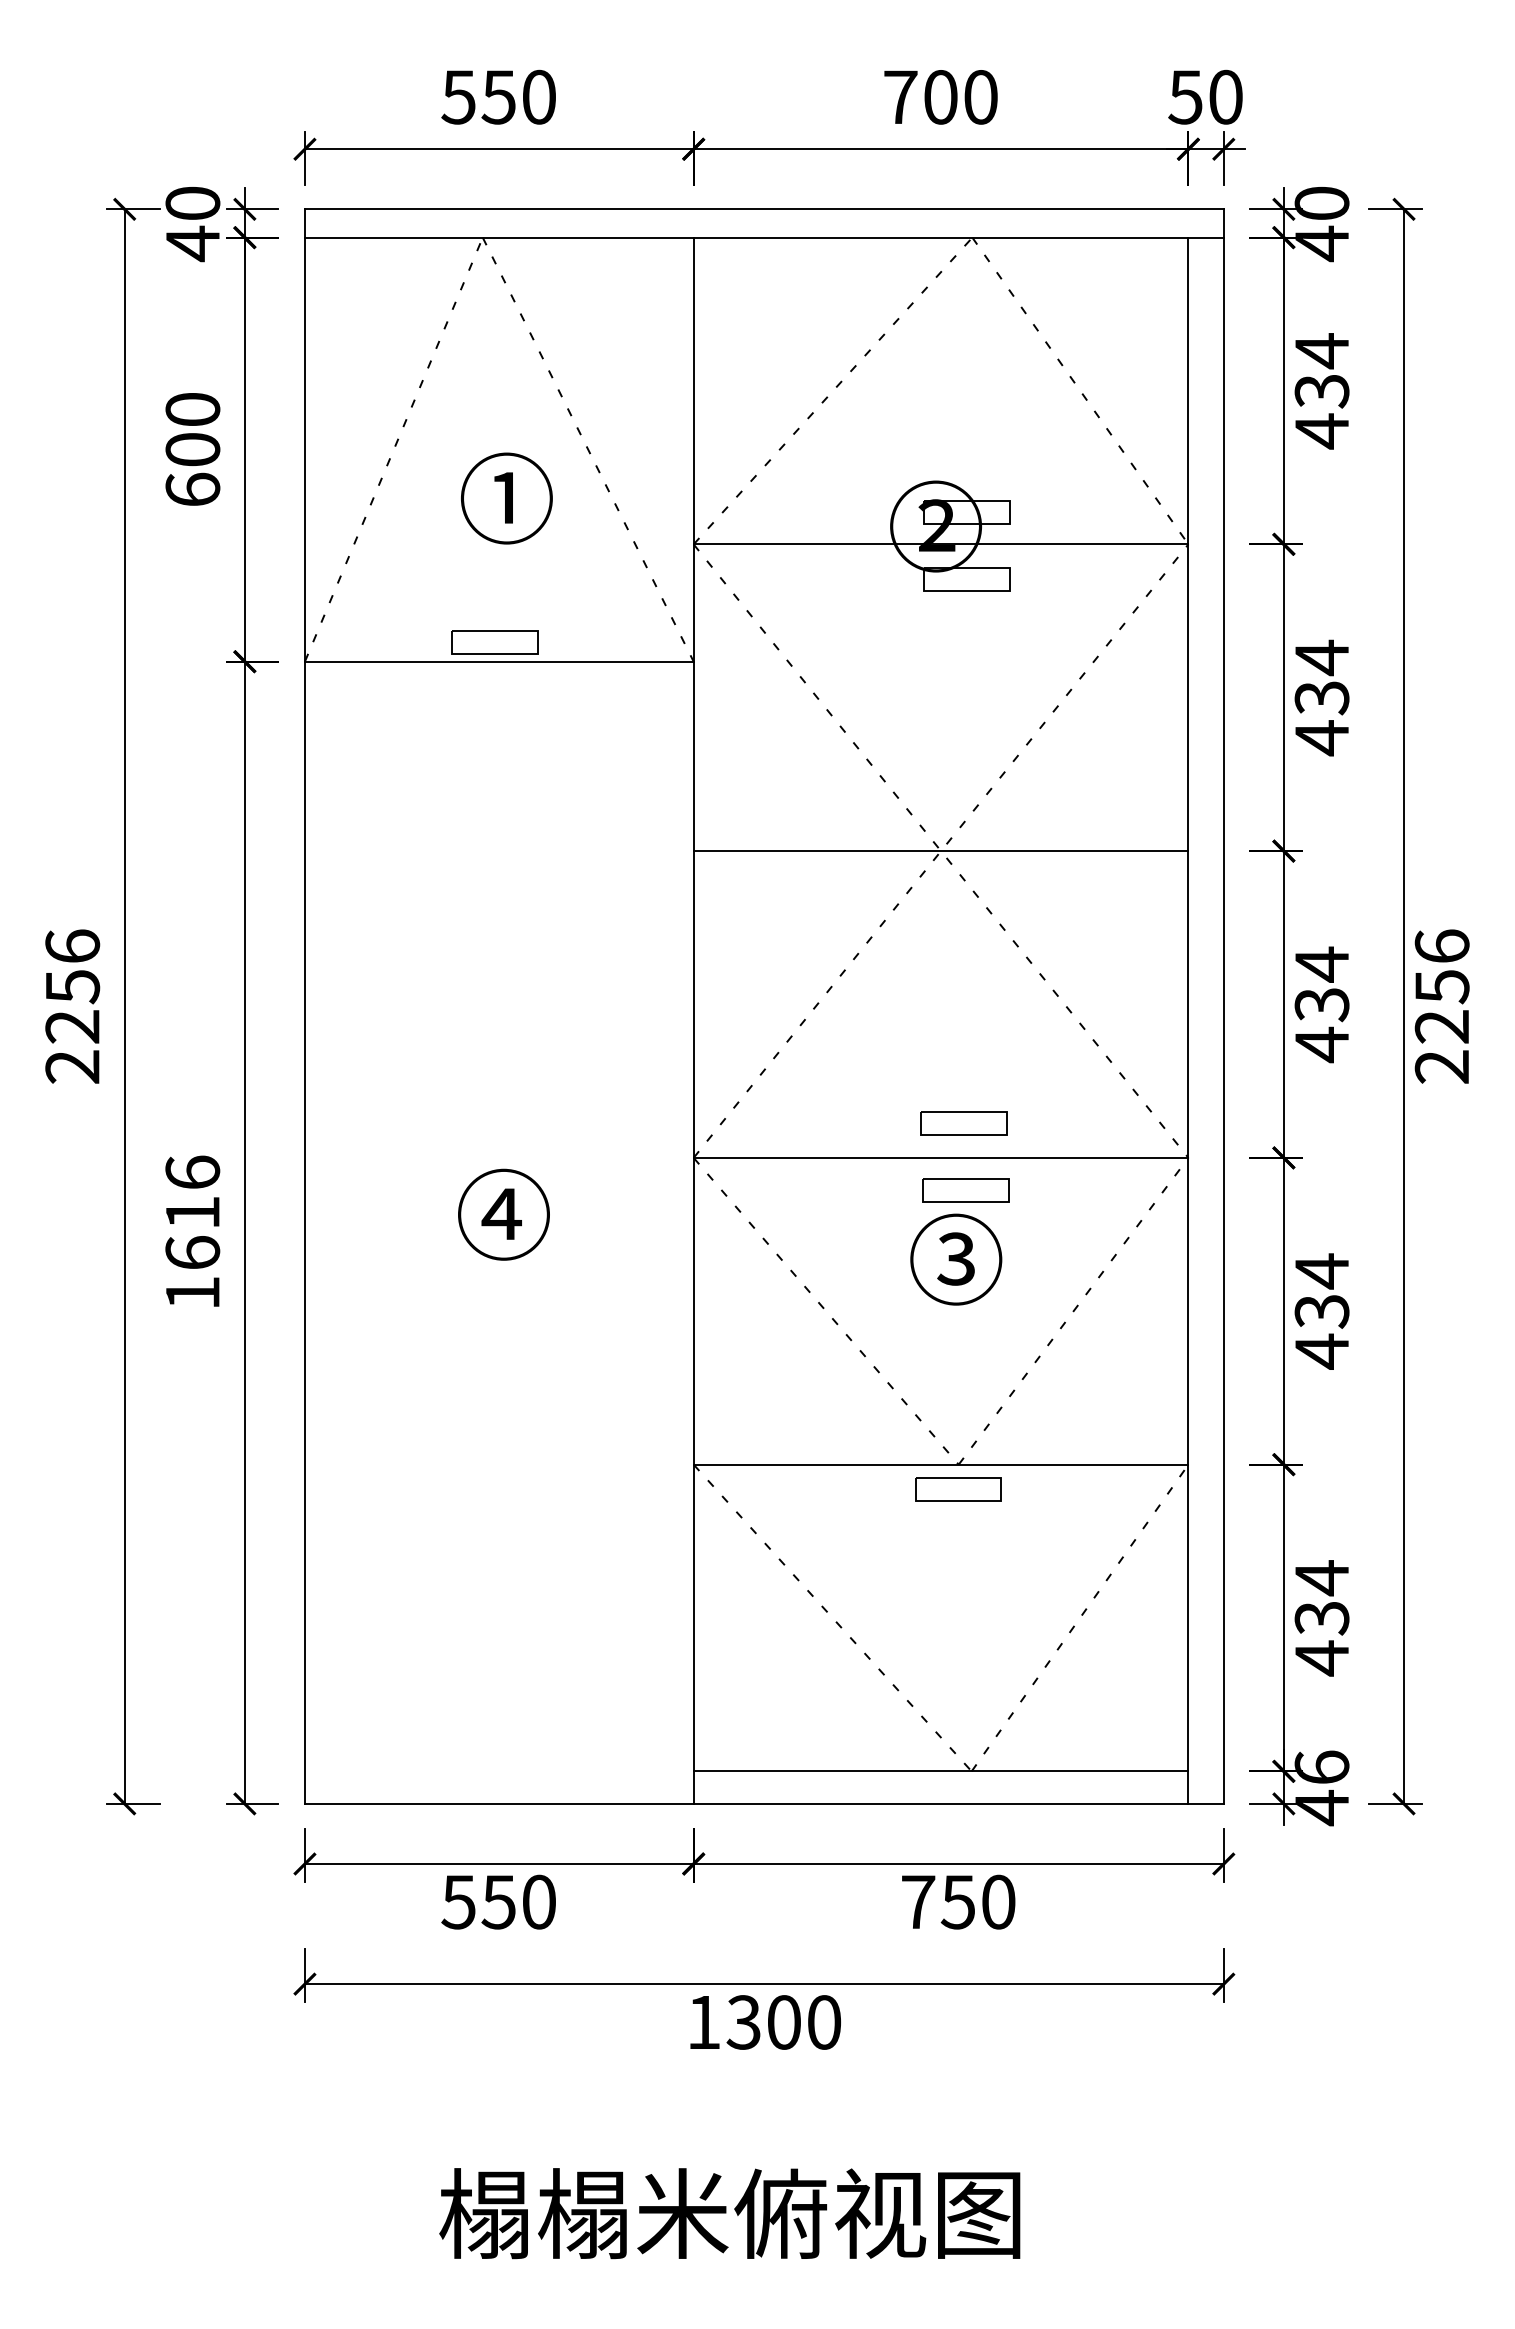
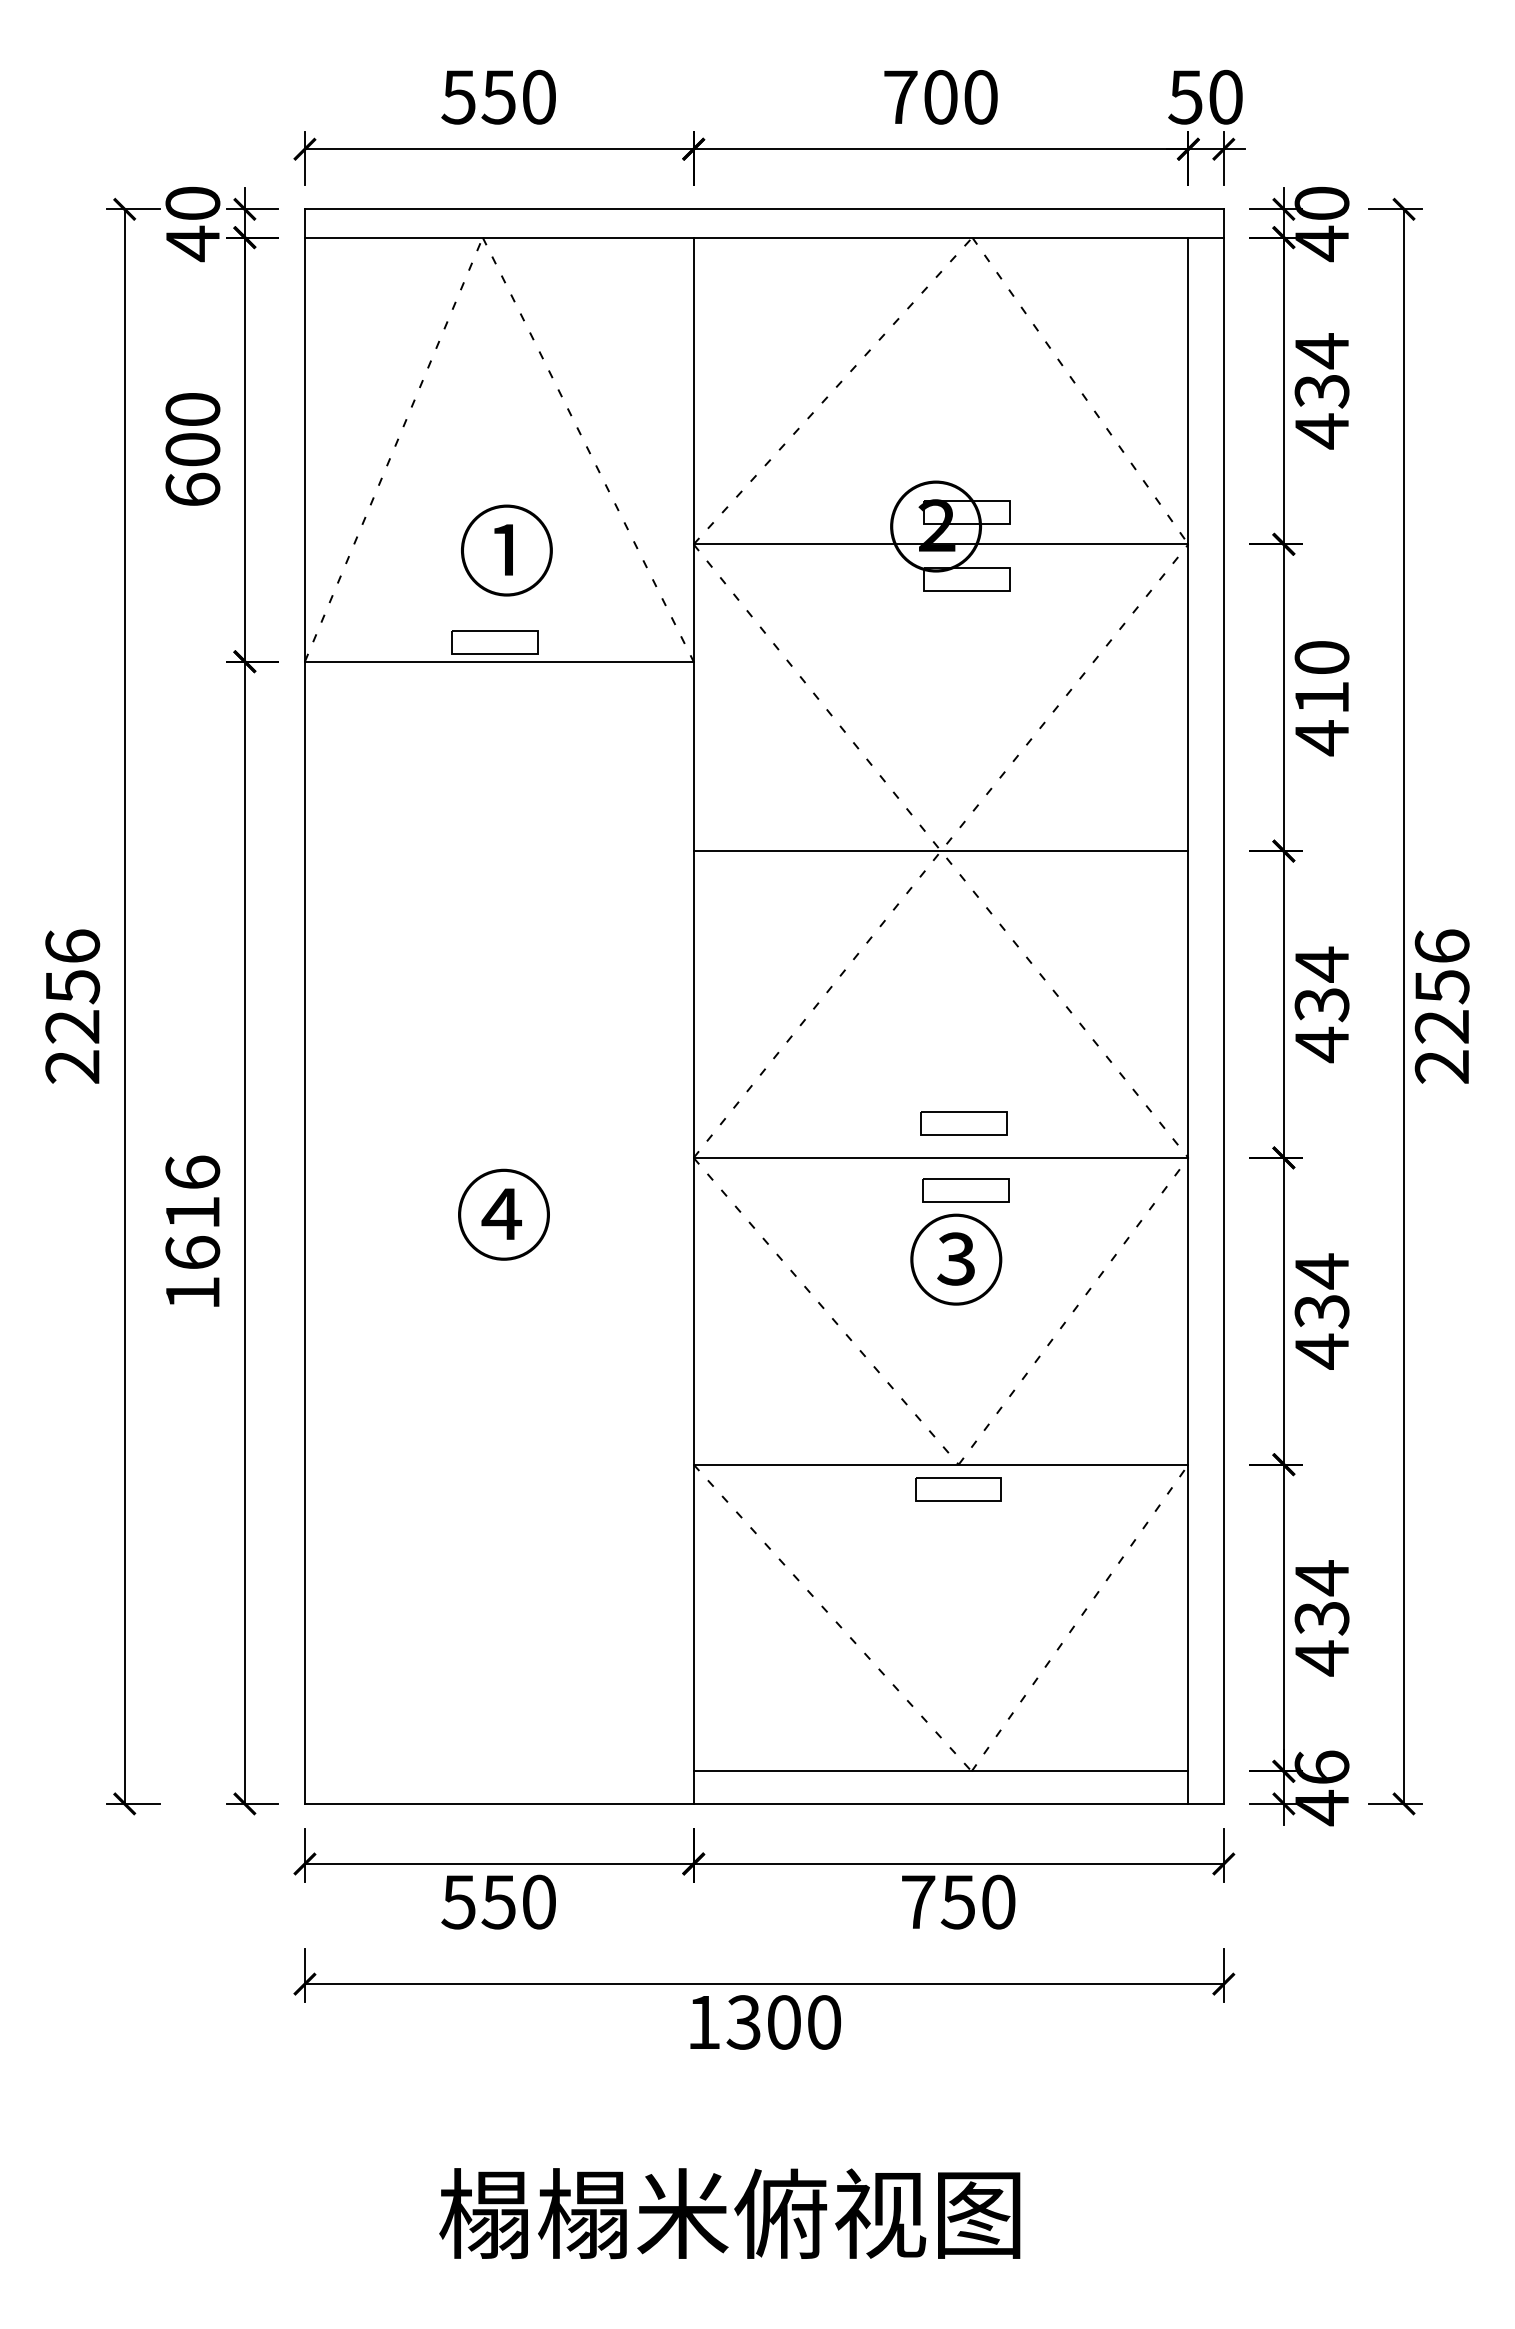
text at (506, 498) position: (506, 498) -> (506, 550)
text at (1321, 677): 434 -> 410
